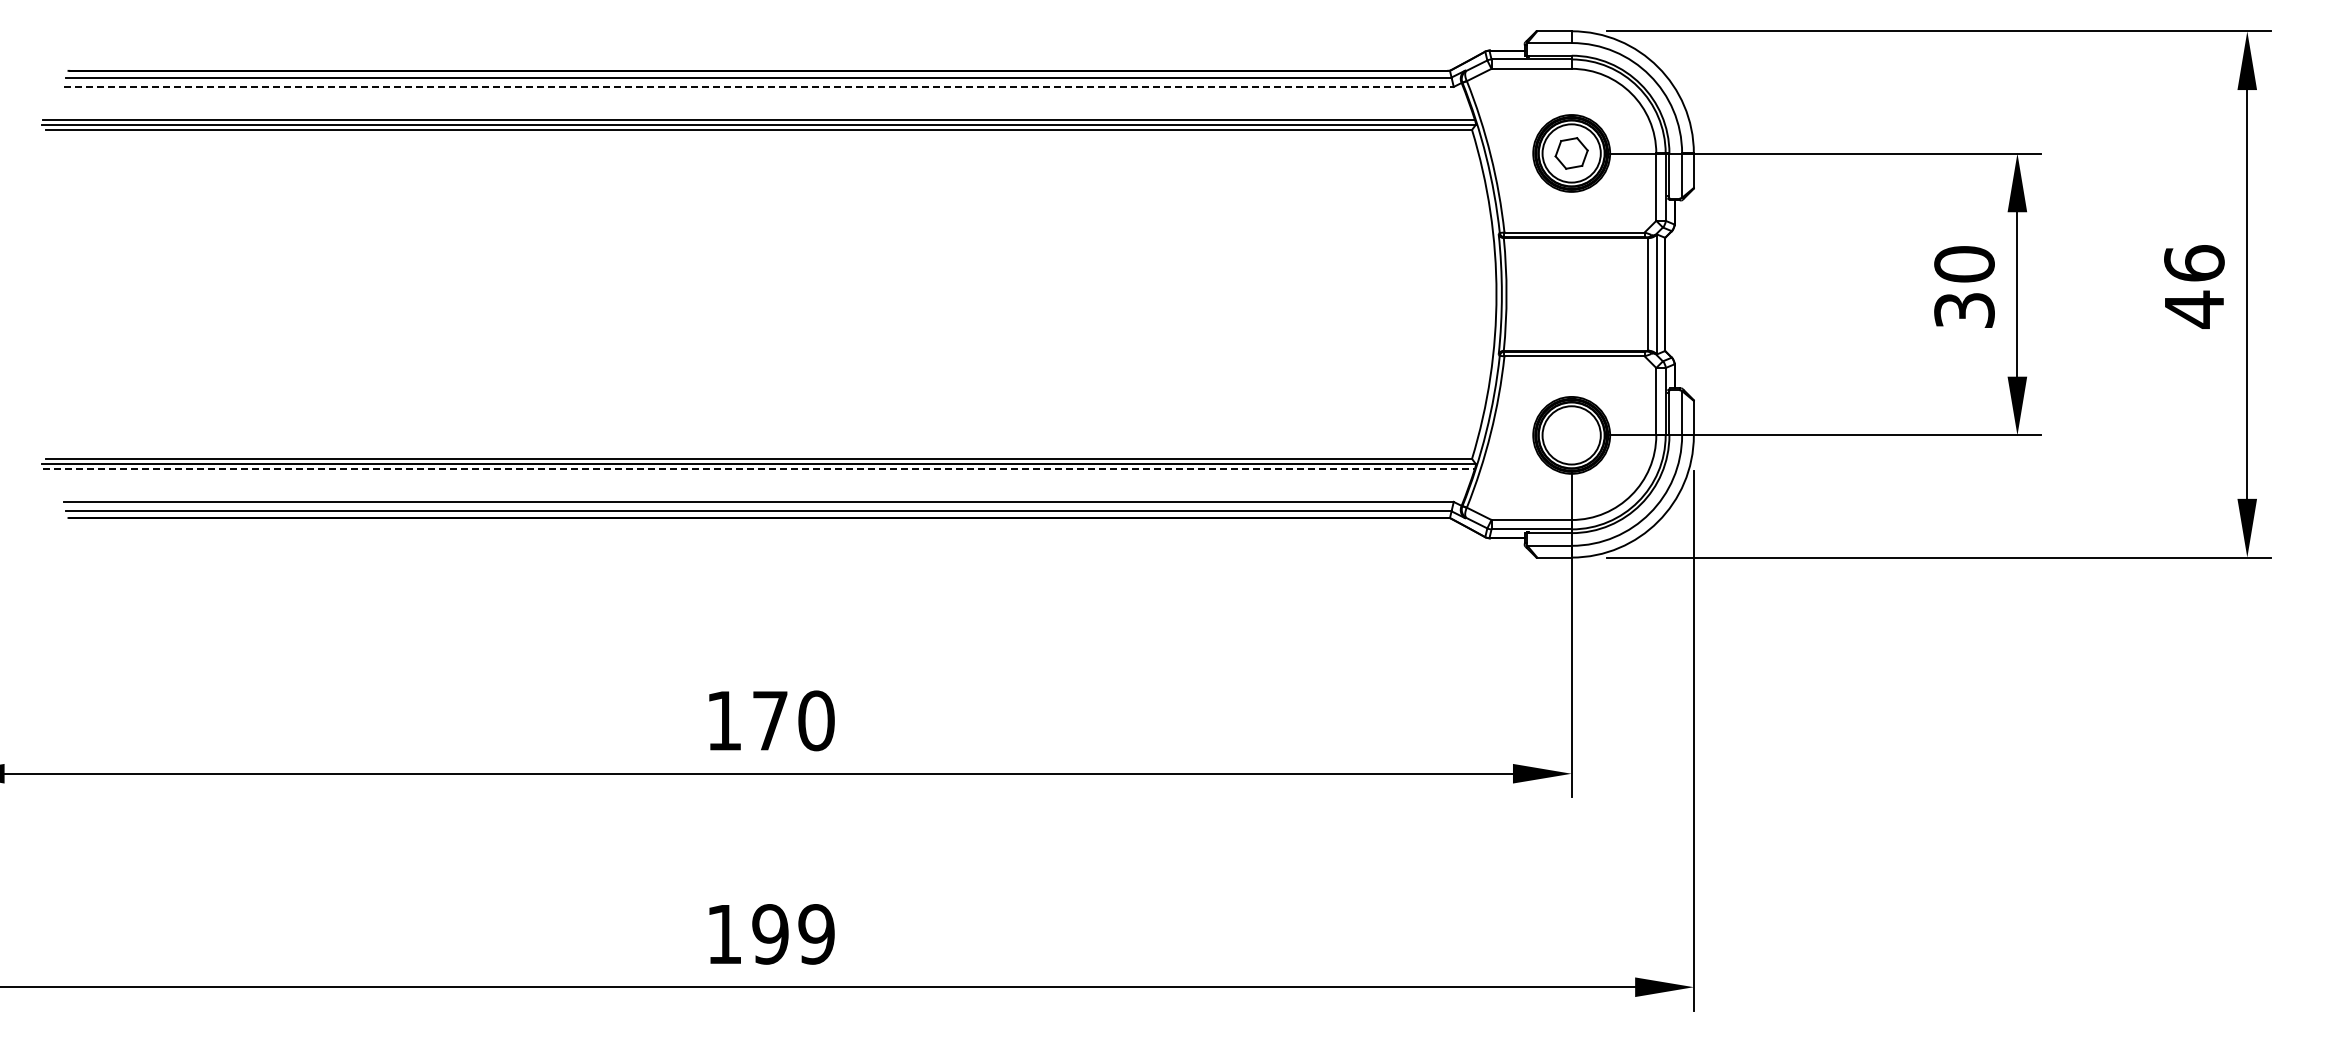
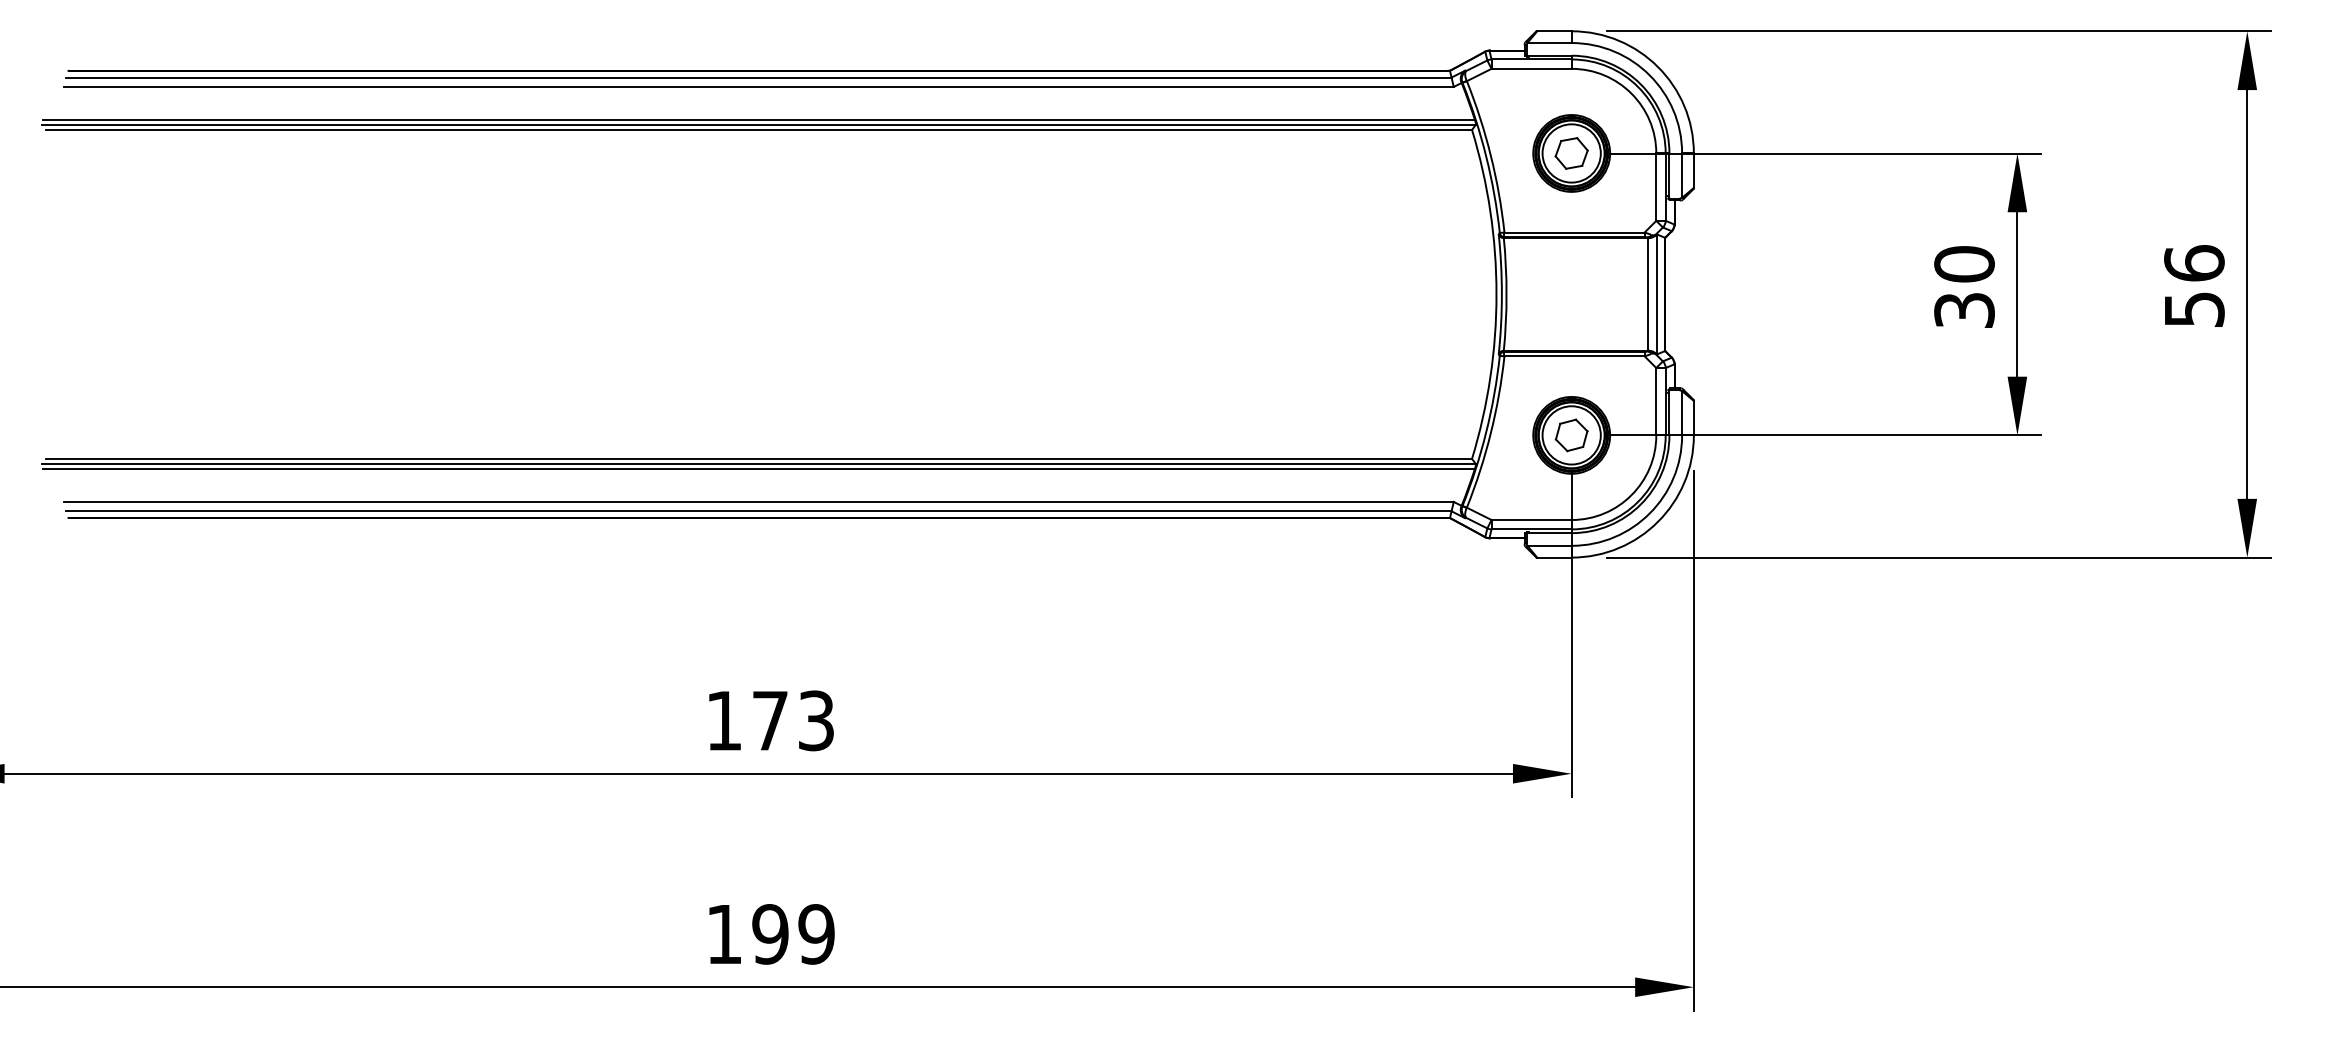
line at (759, 86): dashed -> solid
text at (2194, 309): 46 -> 56
part at (1571, 435): none -> present
line at (759, 468): dashed -> solid
text at (816, 720): 170 -> 173
